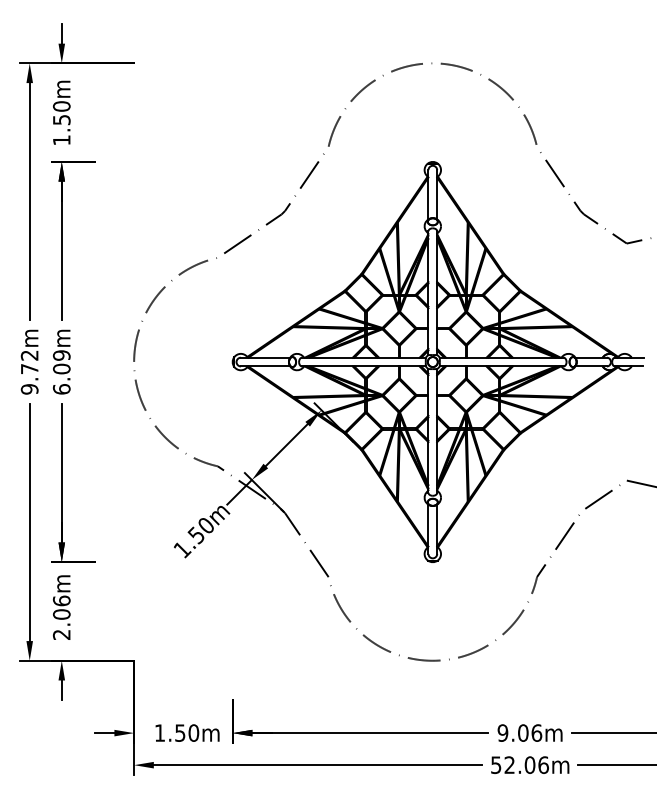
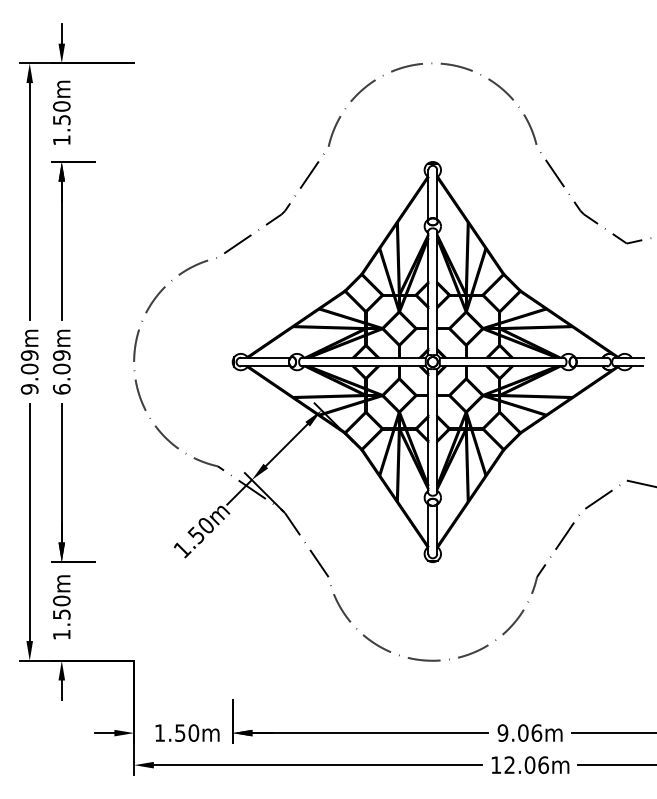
text at (29, 362): 9.72m -> 9.09m
text at (61, 617): 2.06m -> 1.50m
text at (496, 765): 52.06m -> 12.06m
